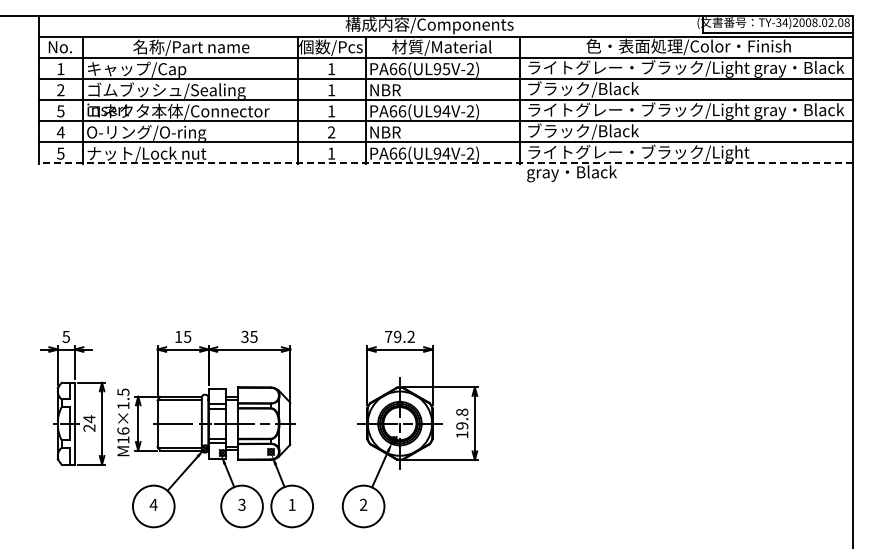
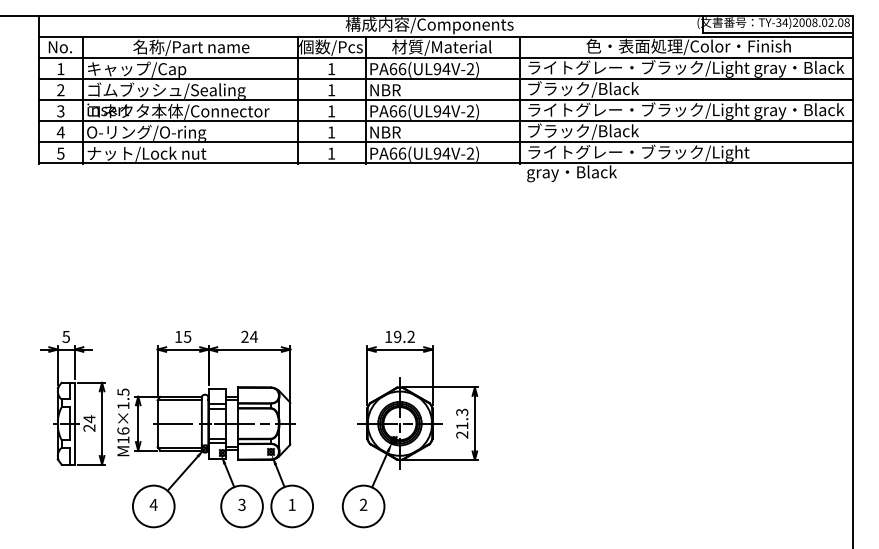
text at (446, 69): PA66(UL95V-2) -> PA66(UL94V-2)
text at (60, 110): 5 -> 3
text at (331, 132): 2 -> 1
line at (445, 163): dashed -> solid
text at (249, 336): 35 -> 24
text at (388, 336): 79.2 -> 19.2
text at (462, 423): 19.8 -> 21.3
